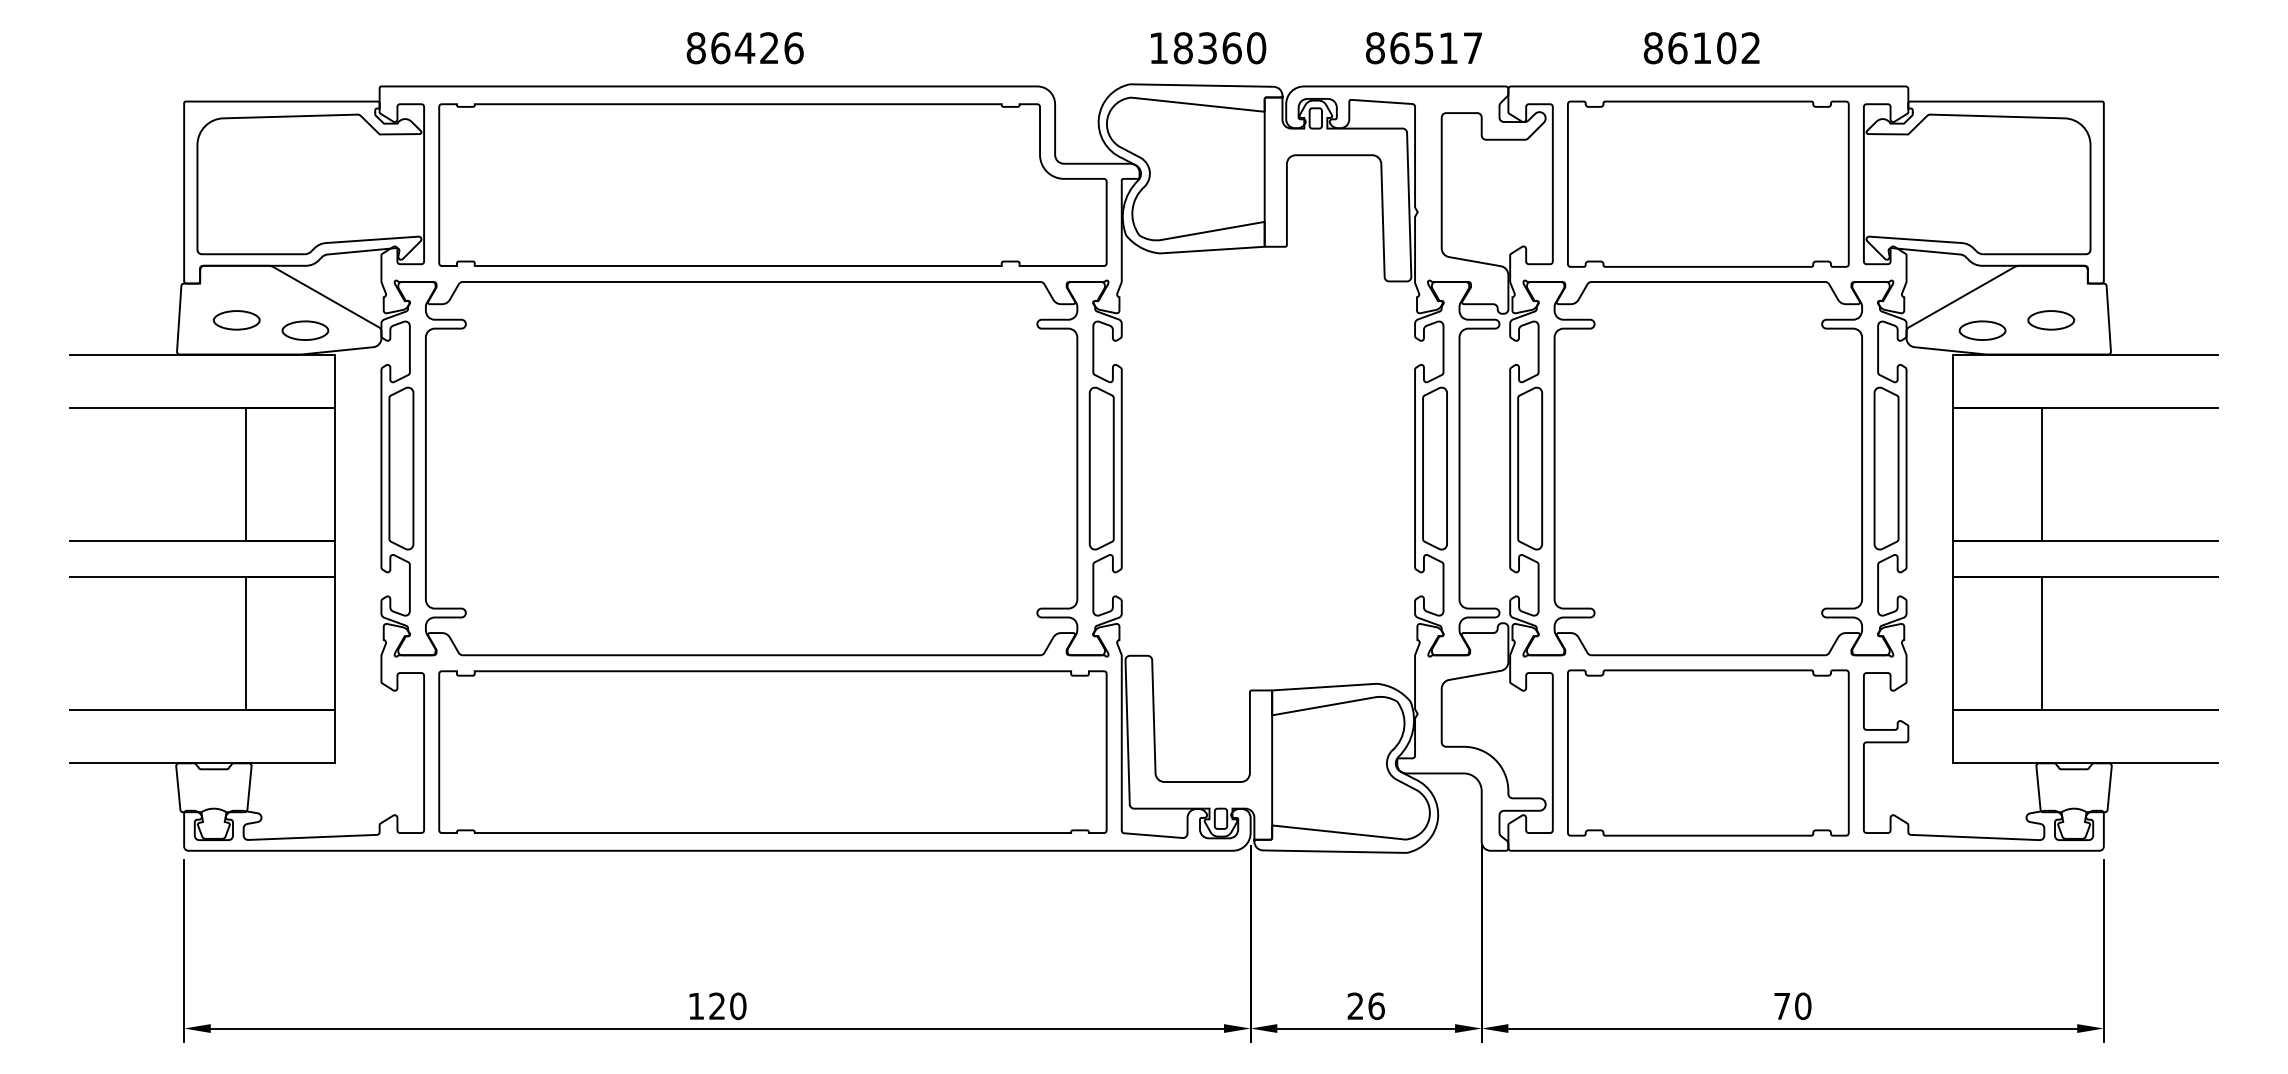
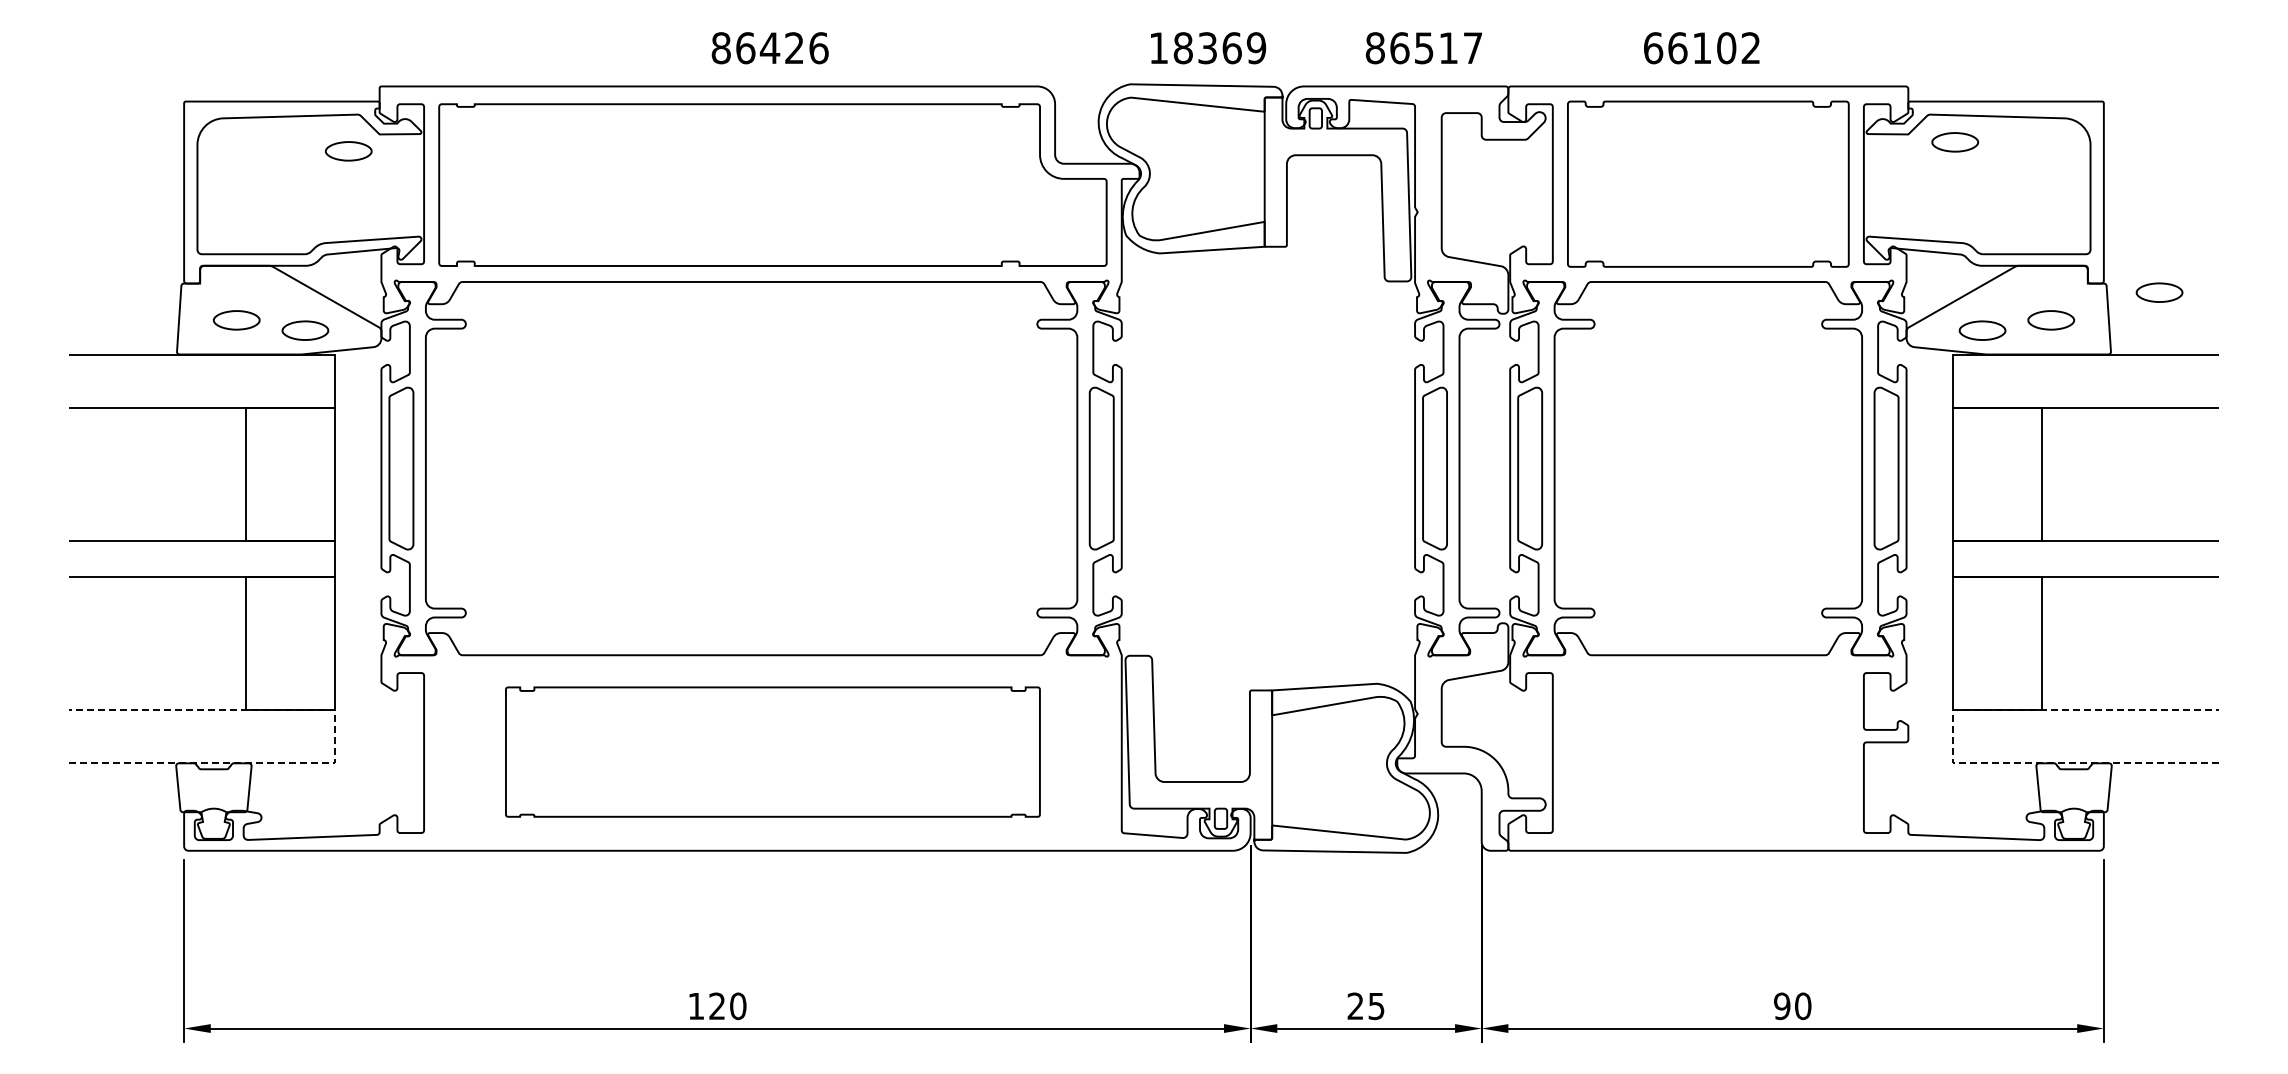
text at (744, 48) position: (744, 48) -> (769, 48)
text at (1256, 48): 18360 -> 18369
text at (1653, 48): 86102 -> 66102
part at (1955, 142): none -> present
part at (348, 151): none -> present
part at (2159, 292): none -> present
line at (335, 736): solid -> dashed
line at (1952, 736): solid -> dashed
part at (772, 751) size: 670x164 px -> 536x132 px
part at (1708, 752): present -> none
text at (1376, 1006): 26 -> 25
text at (1782, 1006): 70 -> 90
